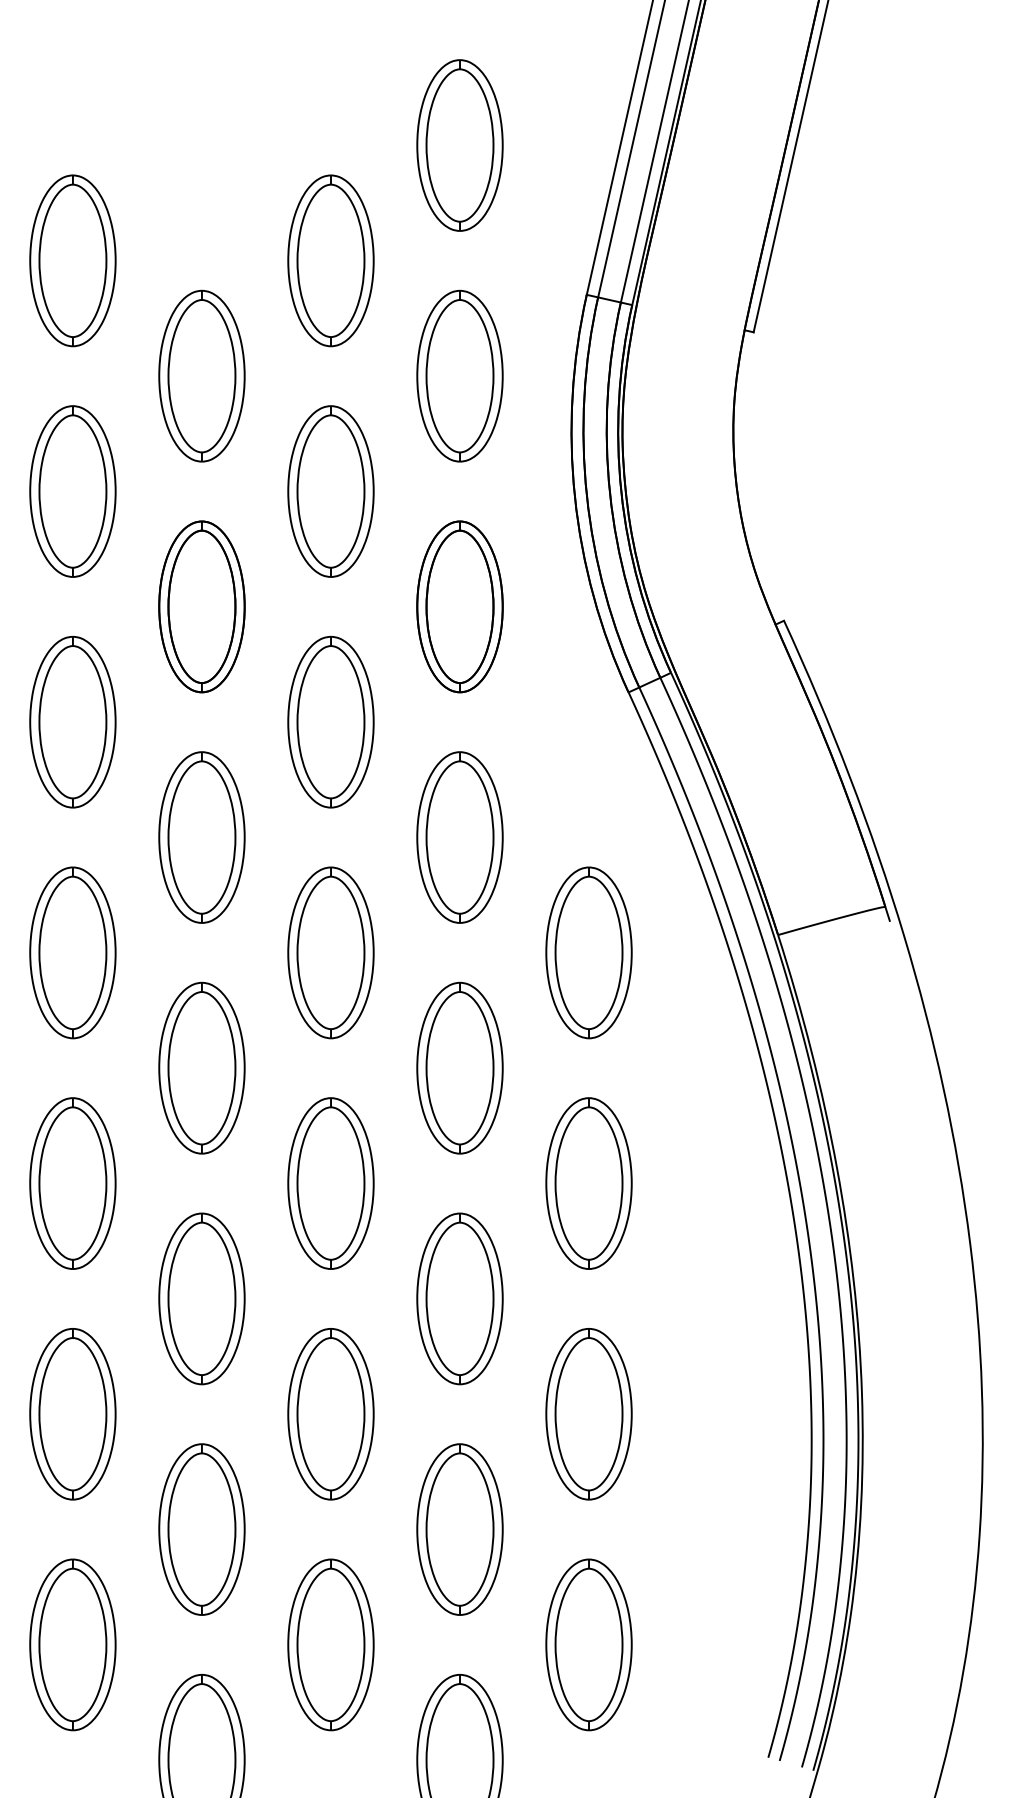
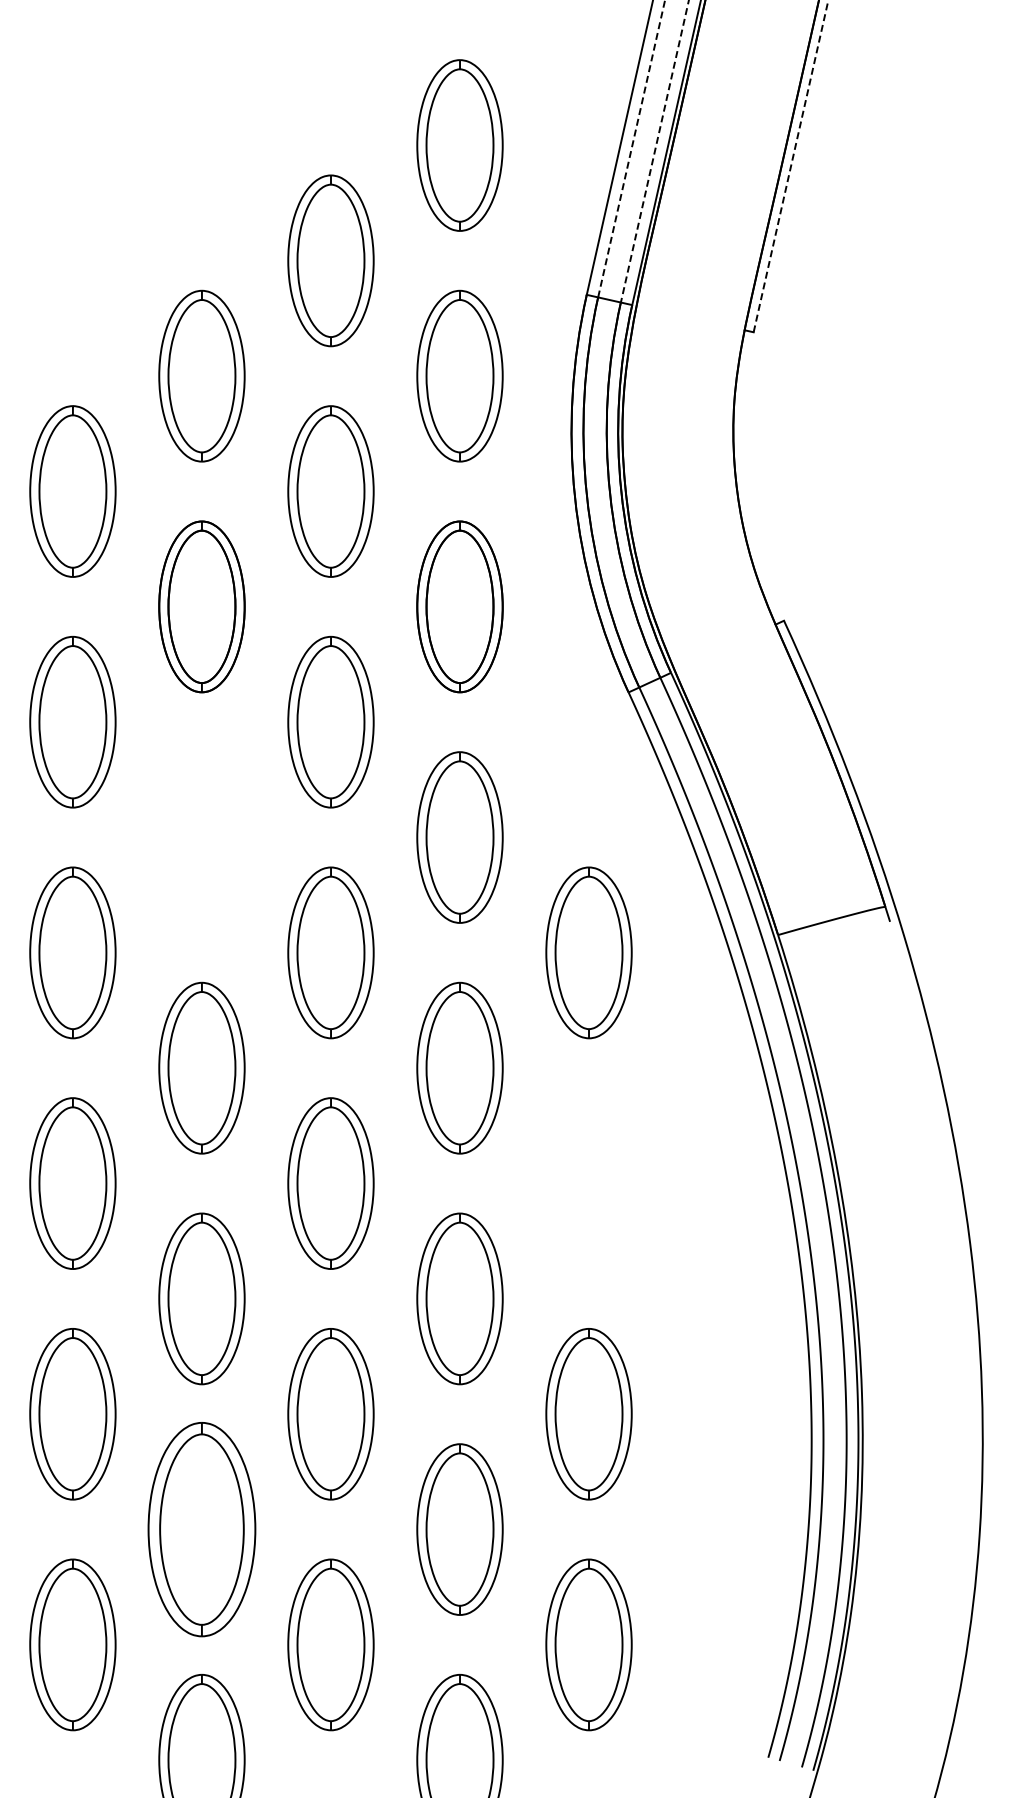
line at (631, 148): solid -> dashed
line at (654, 151): solid -> dashed
line at (790, 166): solid -> dashed
part at (72, 260): present -> none
part at (201, 837): present -> none
part at (588, 1183): present -> none
part at (201, 1529) size: 88x173 px -> 110x216 px
